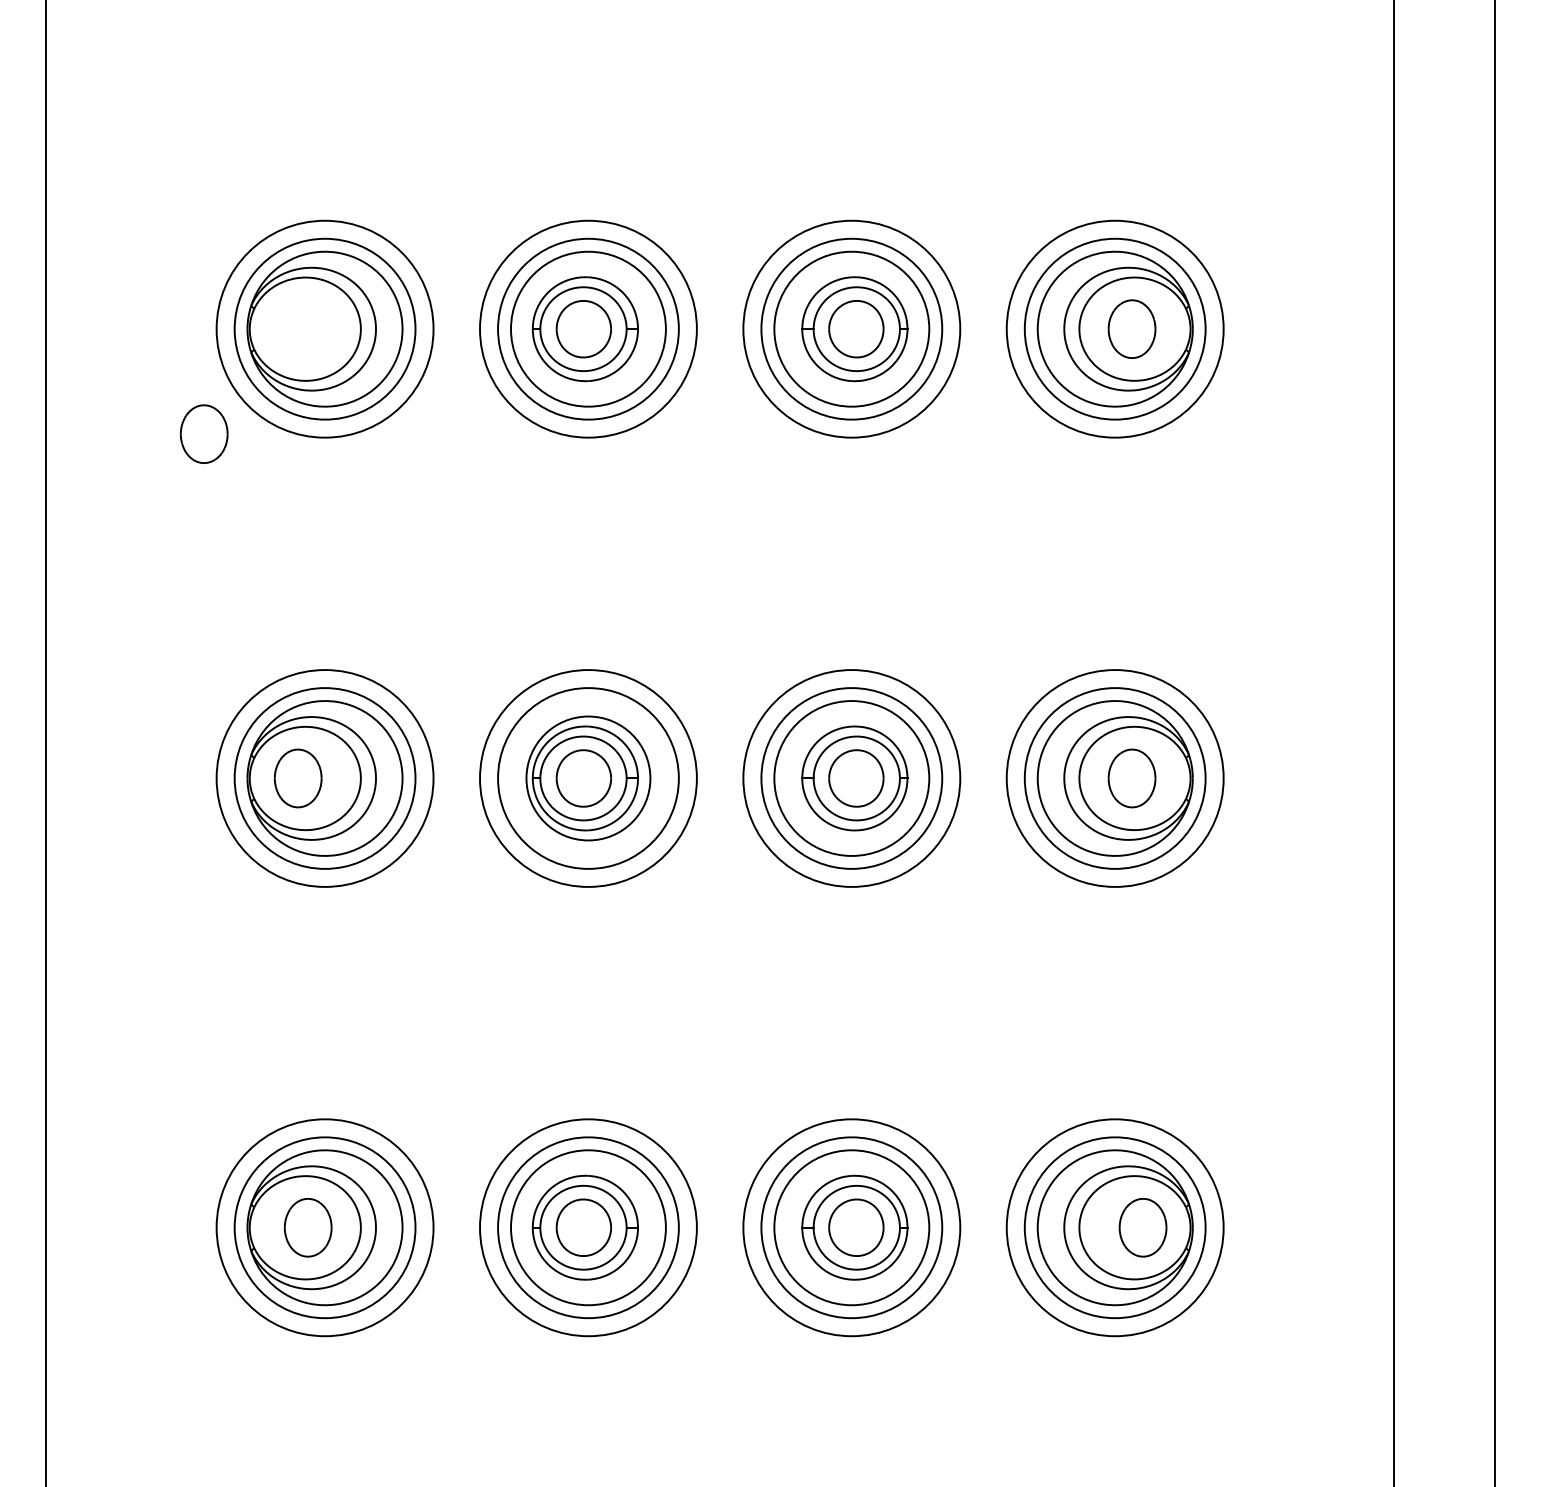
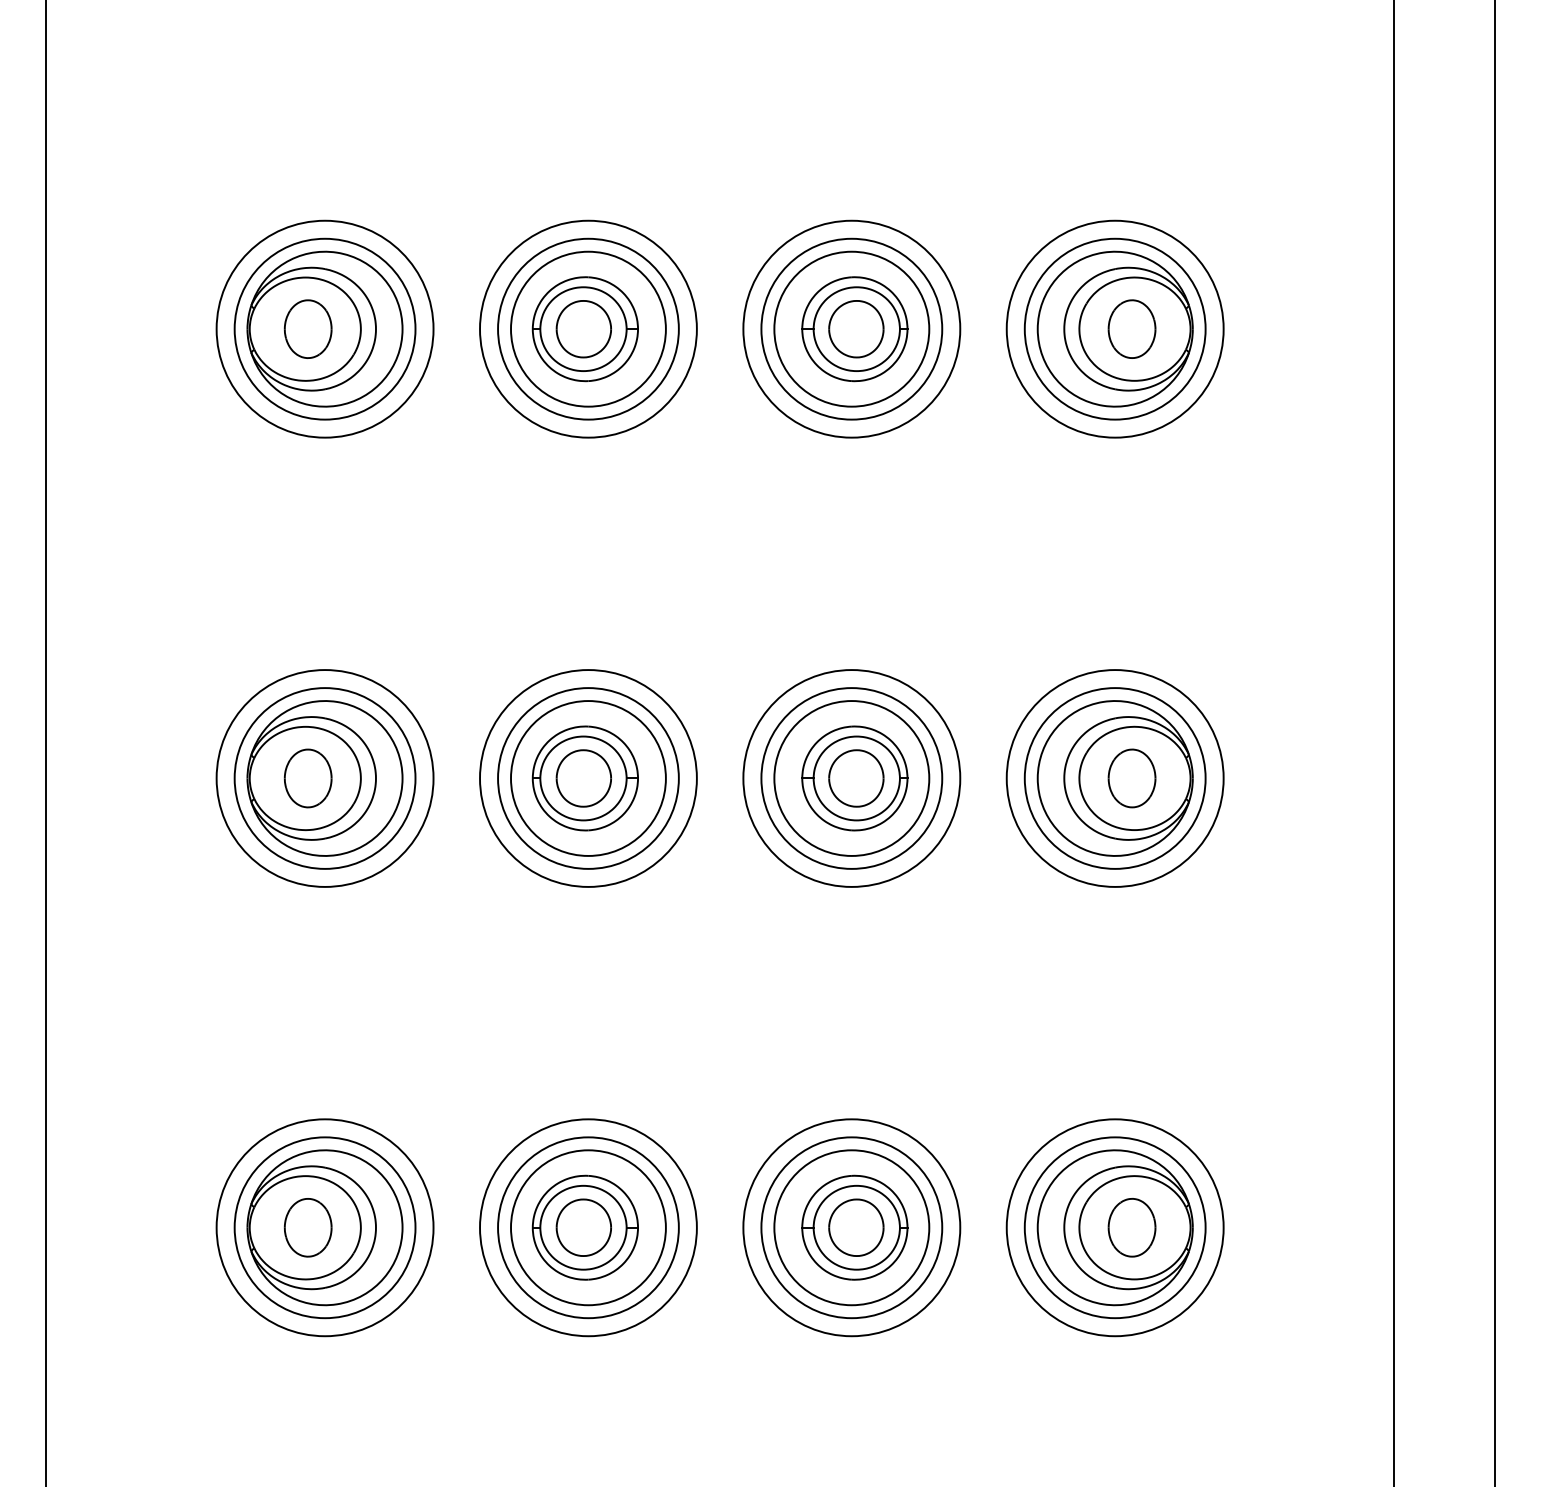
part at (203, 433) position: (203, 433) -> (307, 328)
part at (297, 778) position: (297, 778) -> (307, 778)
circle at (588, 778) diameter: 124 px -> 155 px
part at (1142, 1227) position: (1142, 1227) -> (1131, 1227)
